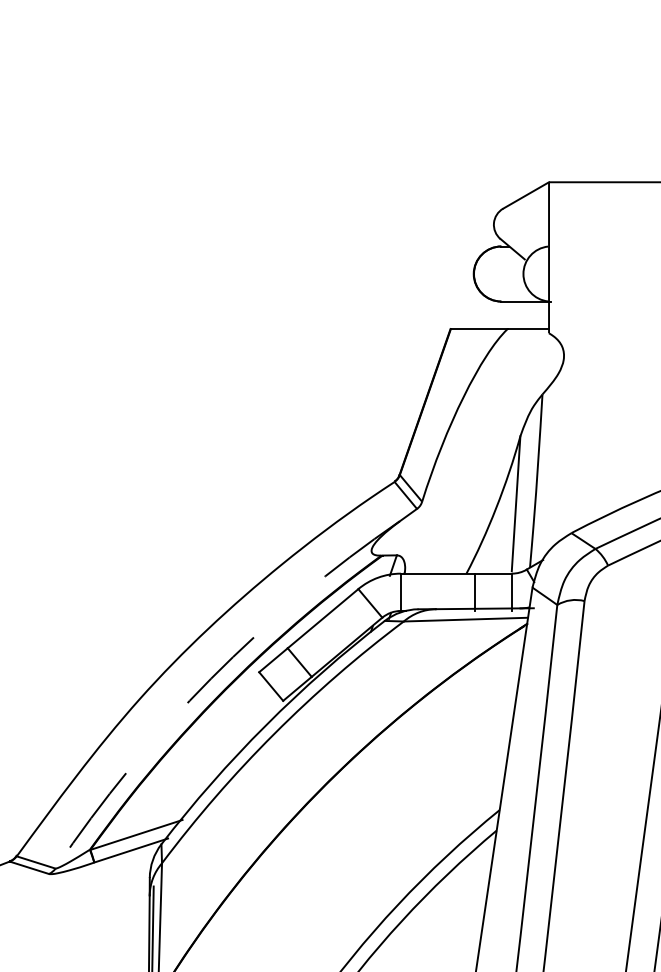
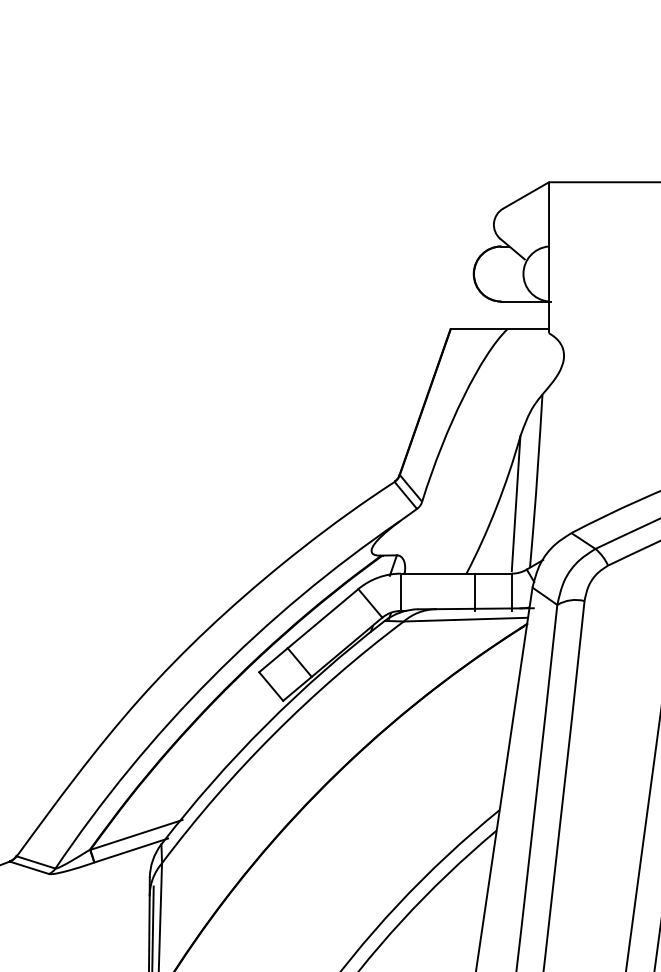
arc at (211, 678): dashed -> solid
